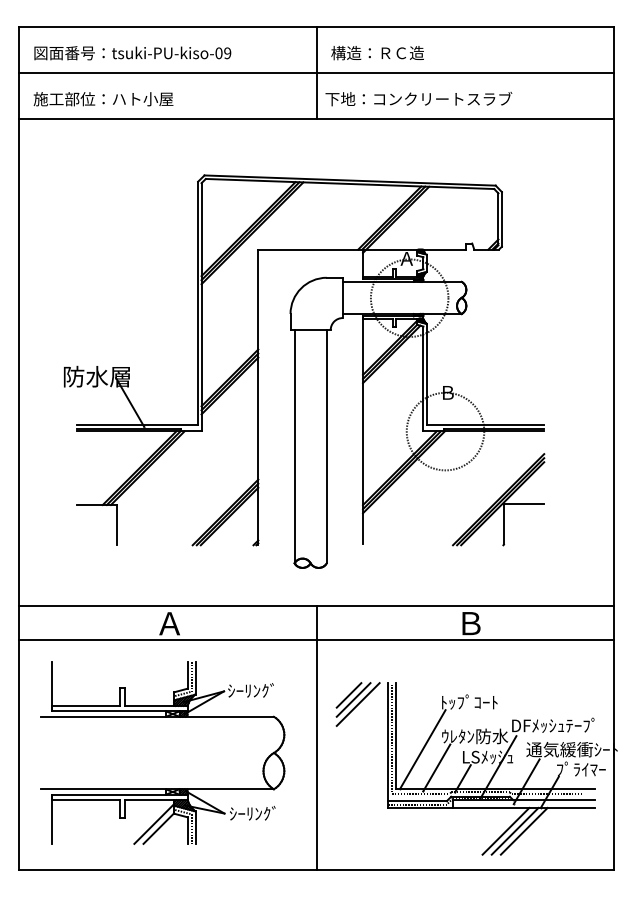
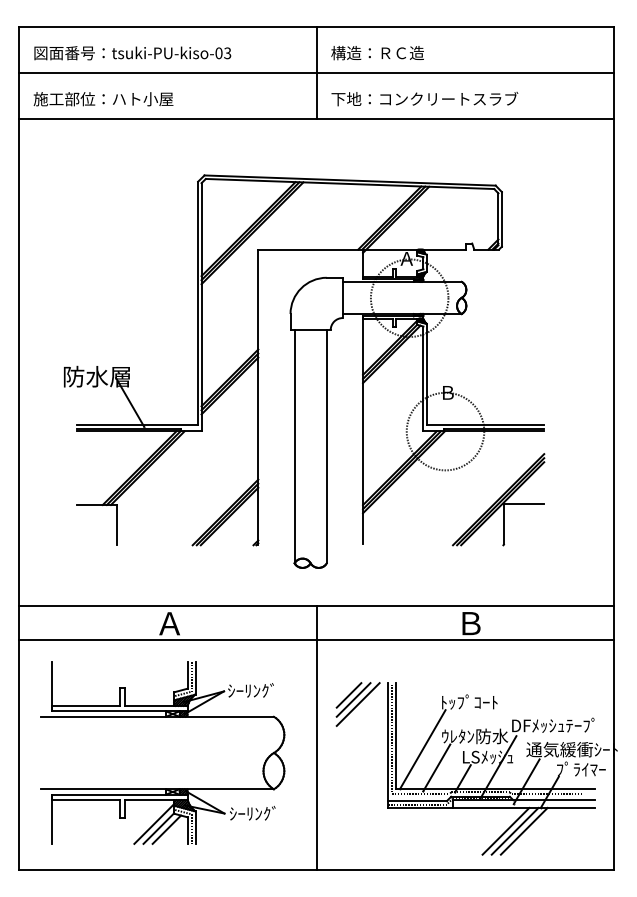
text at (227, 53): tsuki-PU-kiso-09 -> tsuki-PU-kiso-03
text at (418, 99) position: (418, 99) -> (424, 99)
line at (166, 829): none -> present
